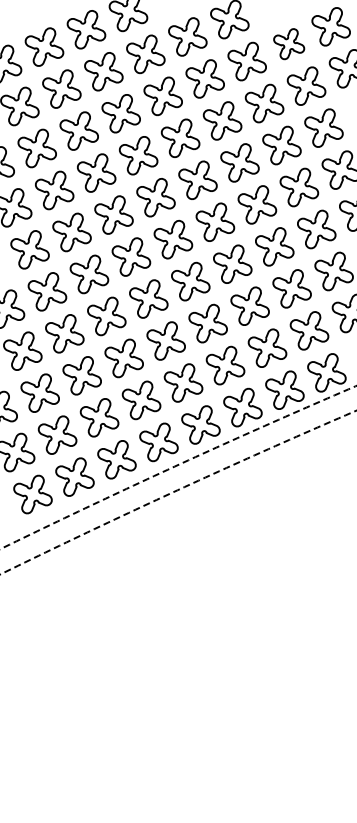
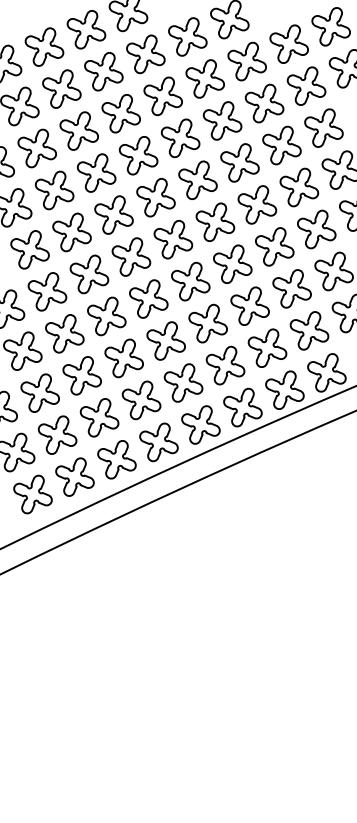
part at (289, 44) size: 33x33 px -> 40x40 px
line at (178, 465): dashed -> solid
line at (178, 490): dashed -> solid
